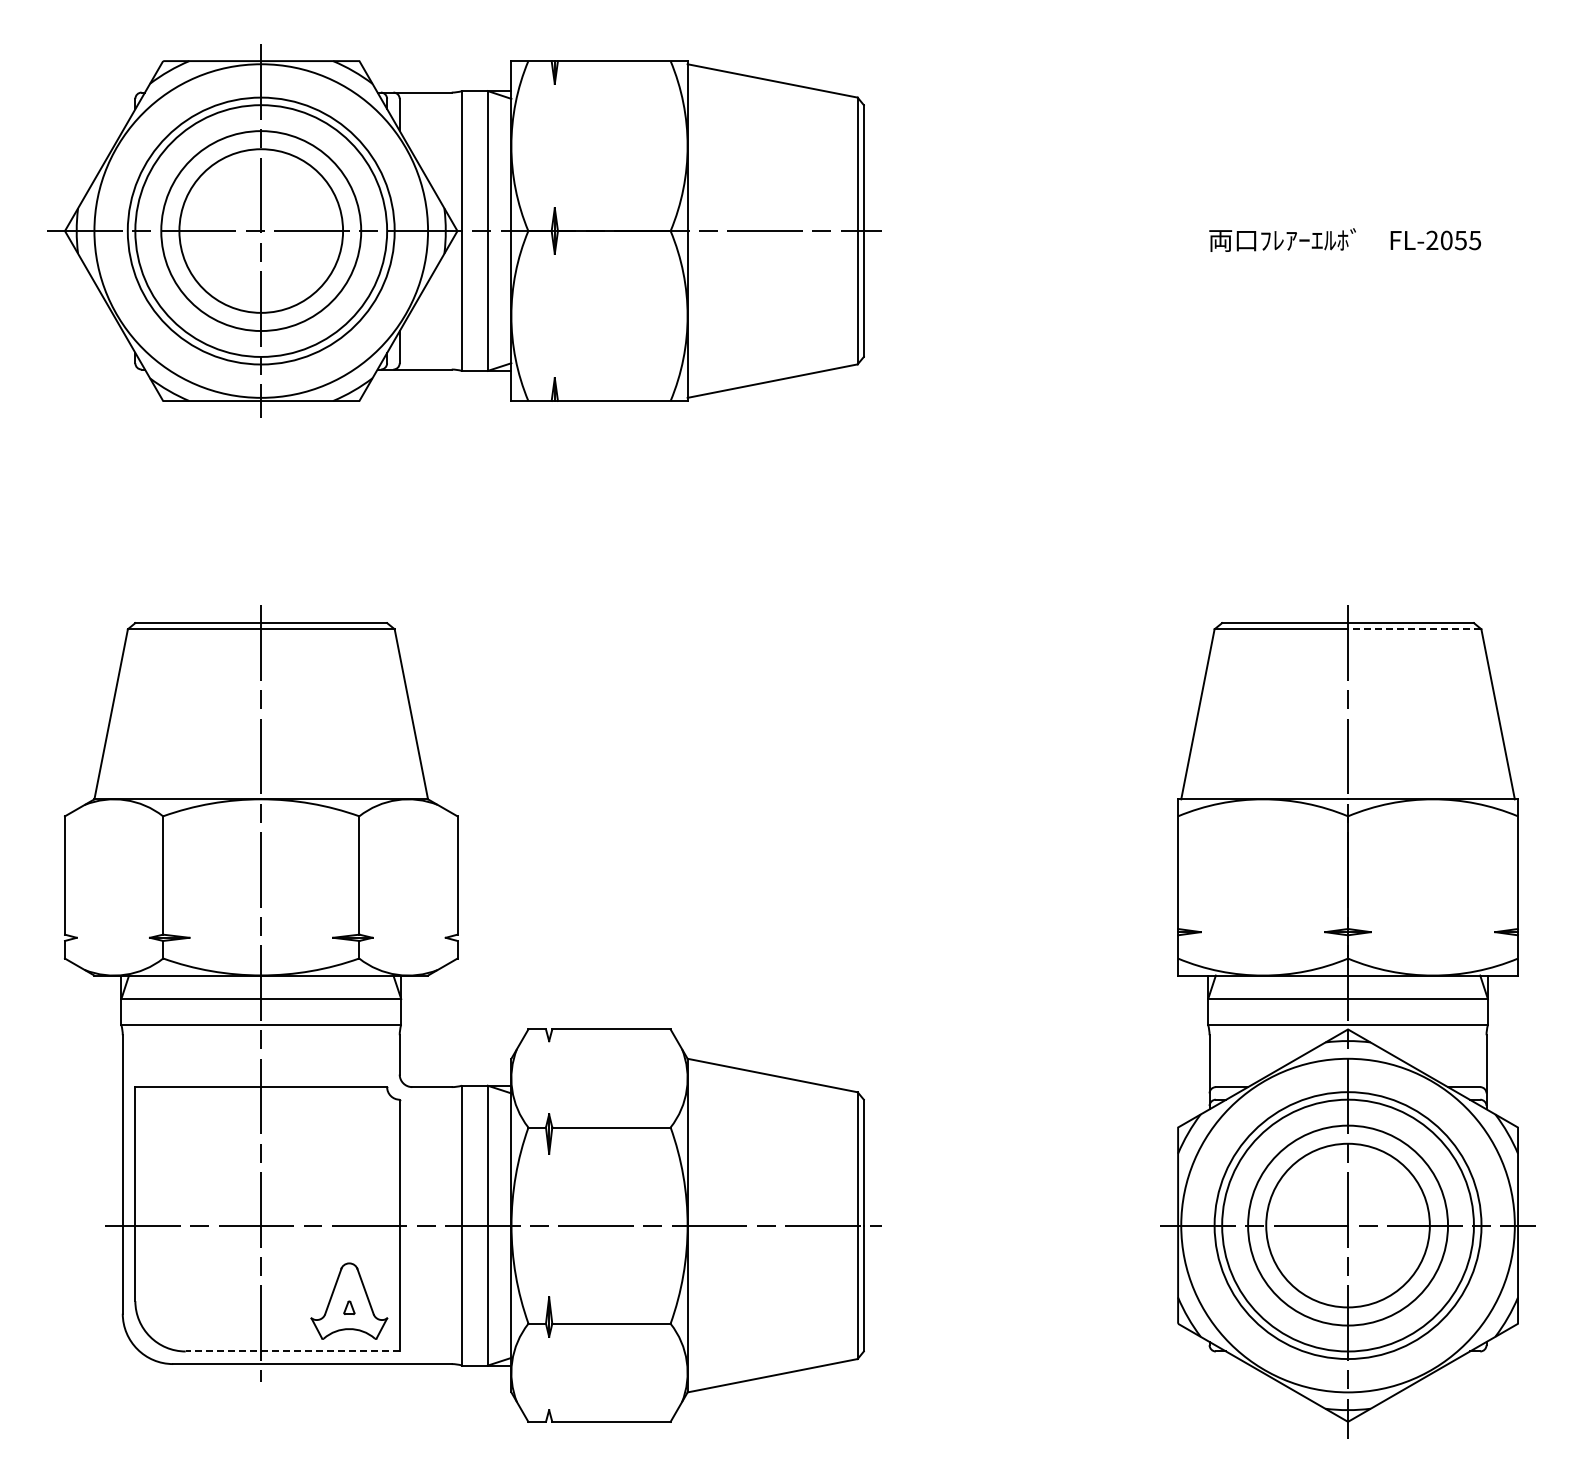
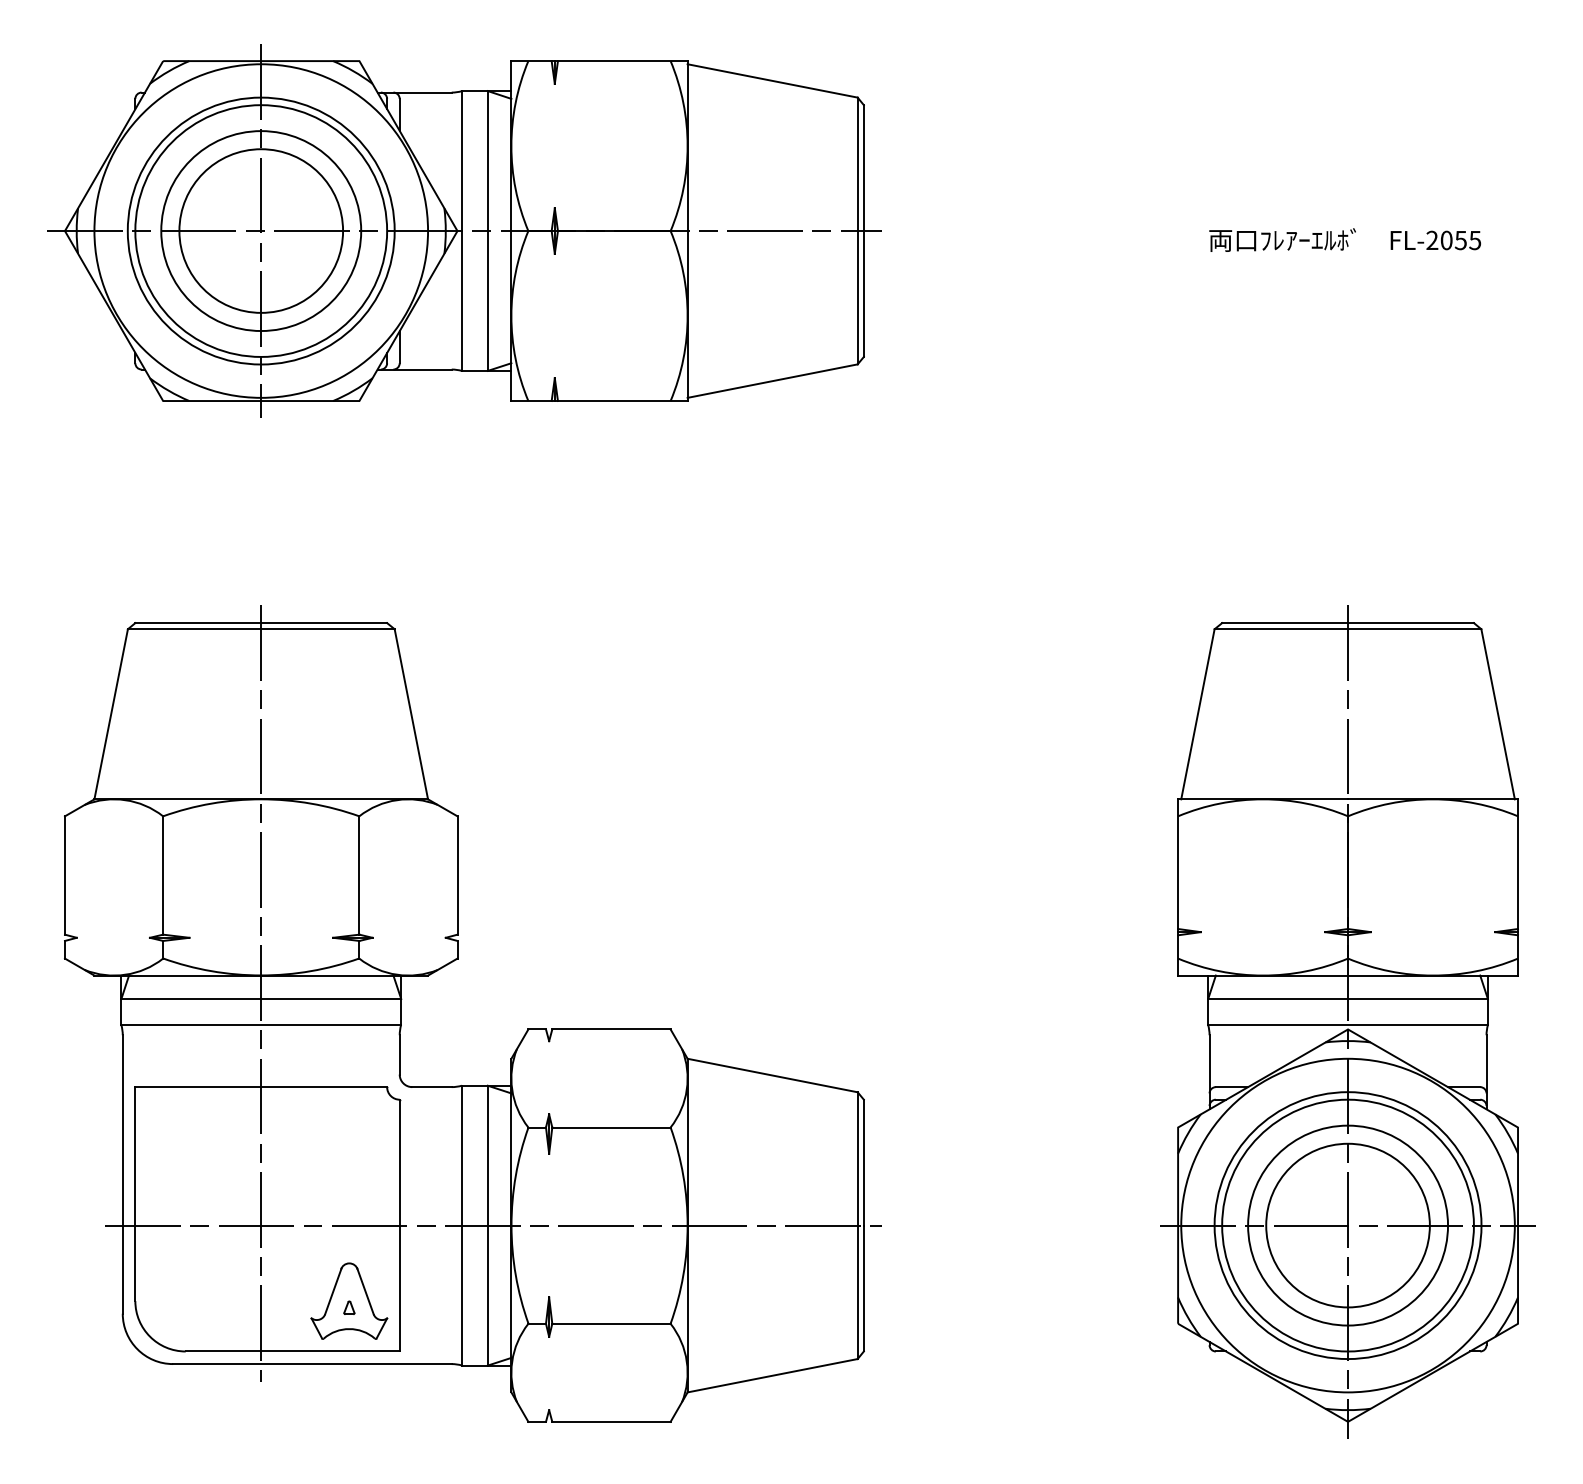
line at (1414, 629): dashed -> solid
line at (292, 1351): dashed -> solid
